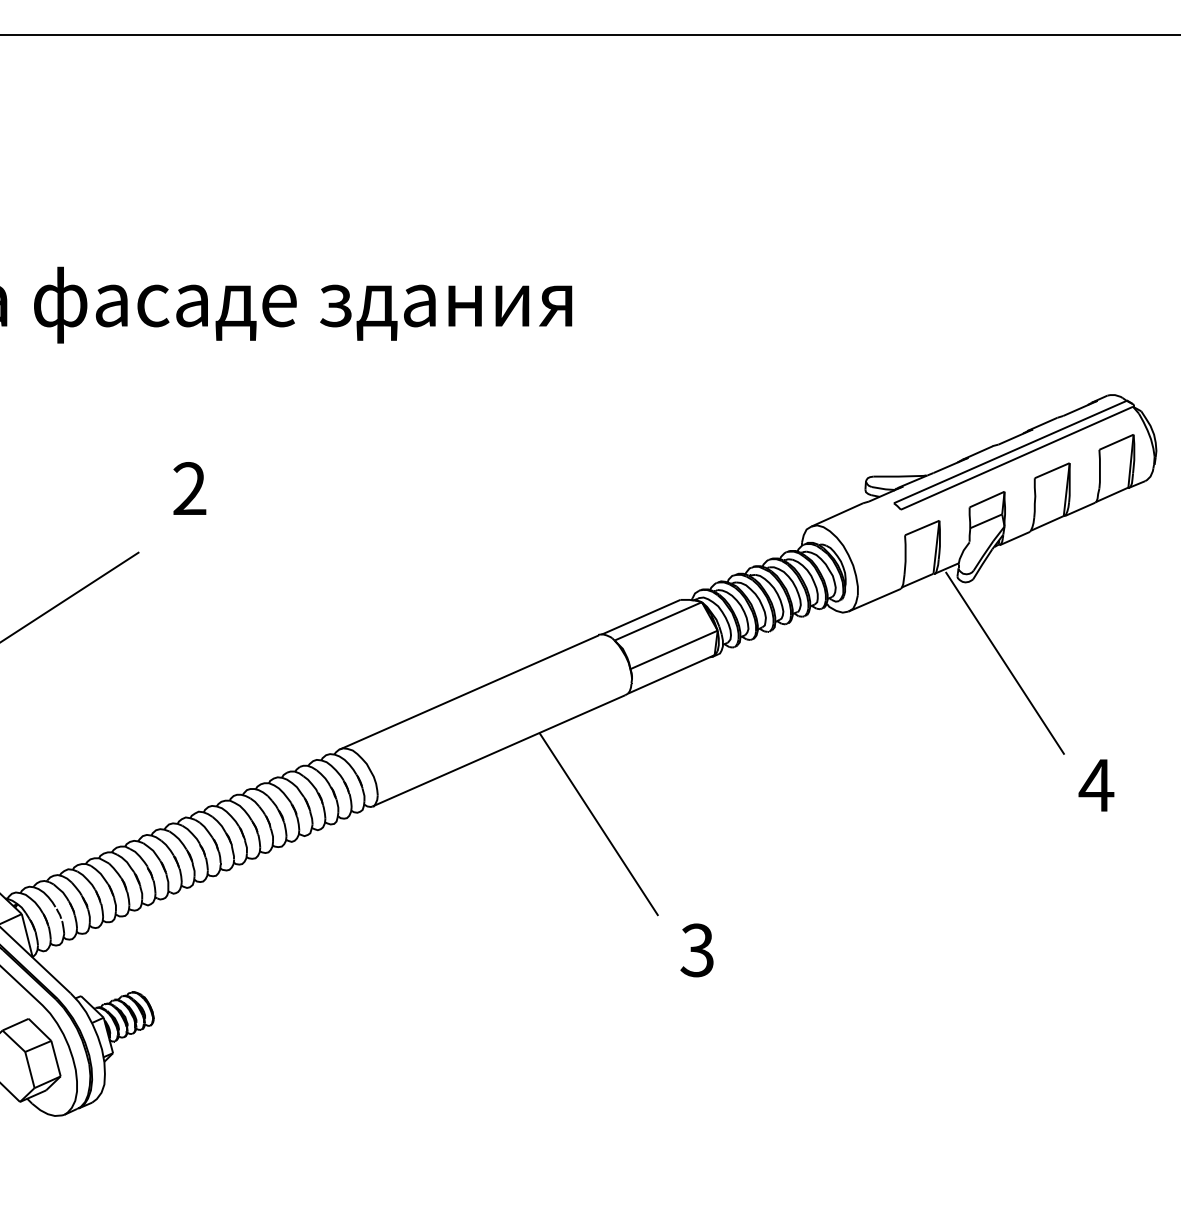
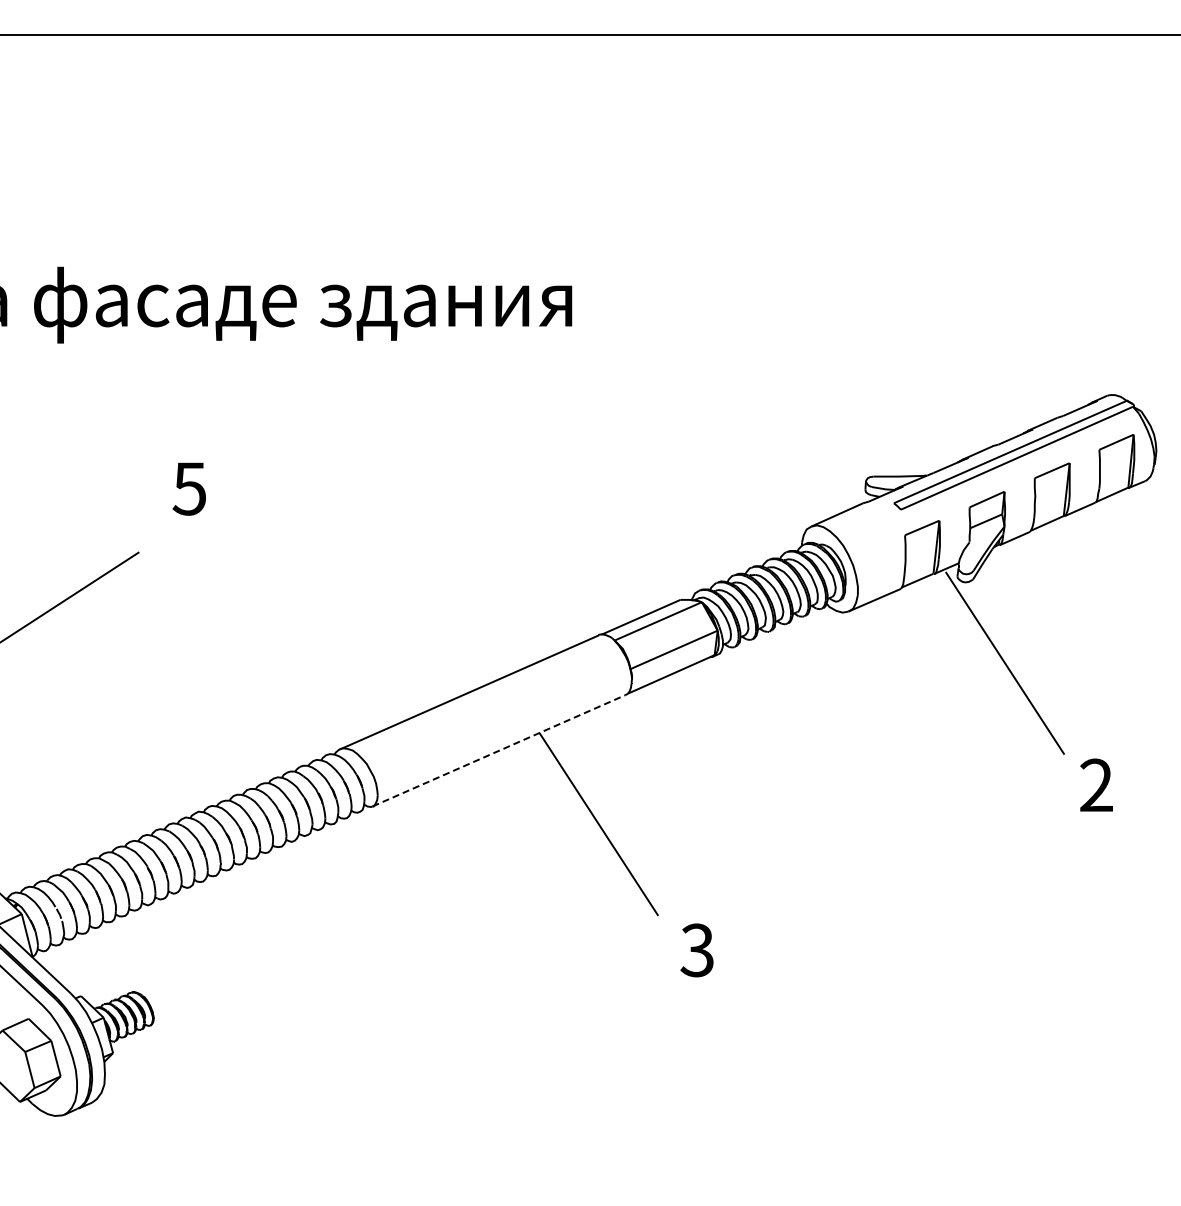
text at (189, 488): 2 -> 5
line at (499, 750): solid -> dashed
text at (1096, 784): 4 -> 2
